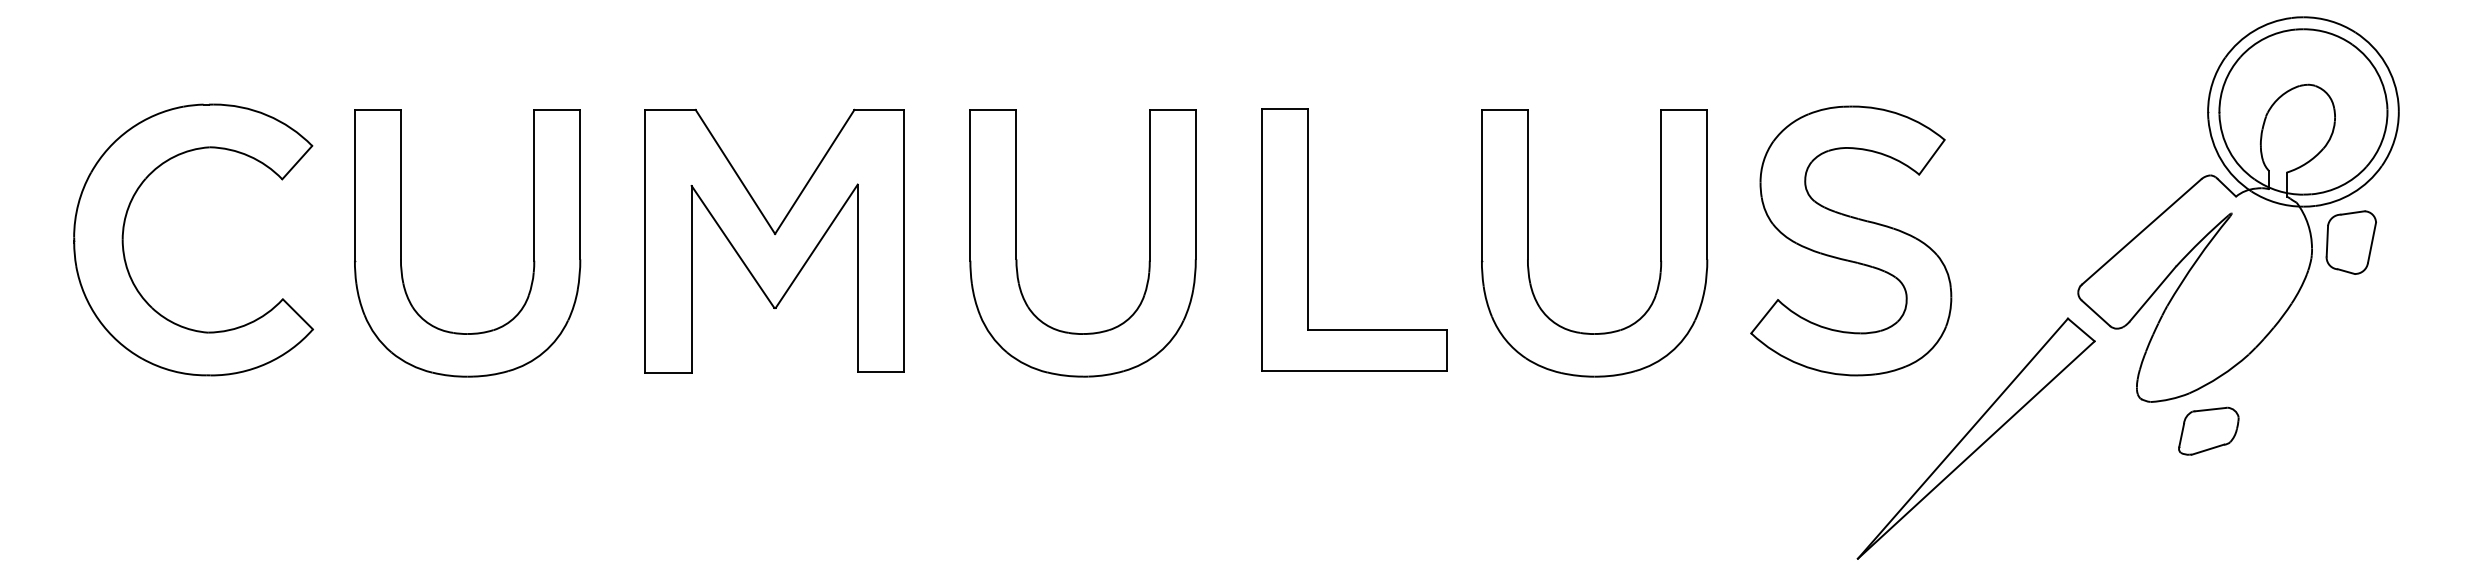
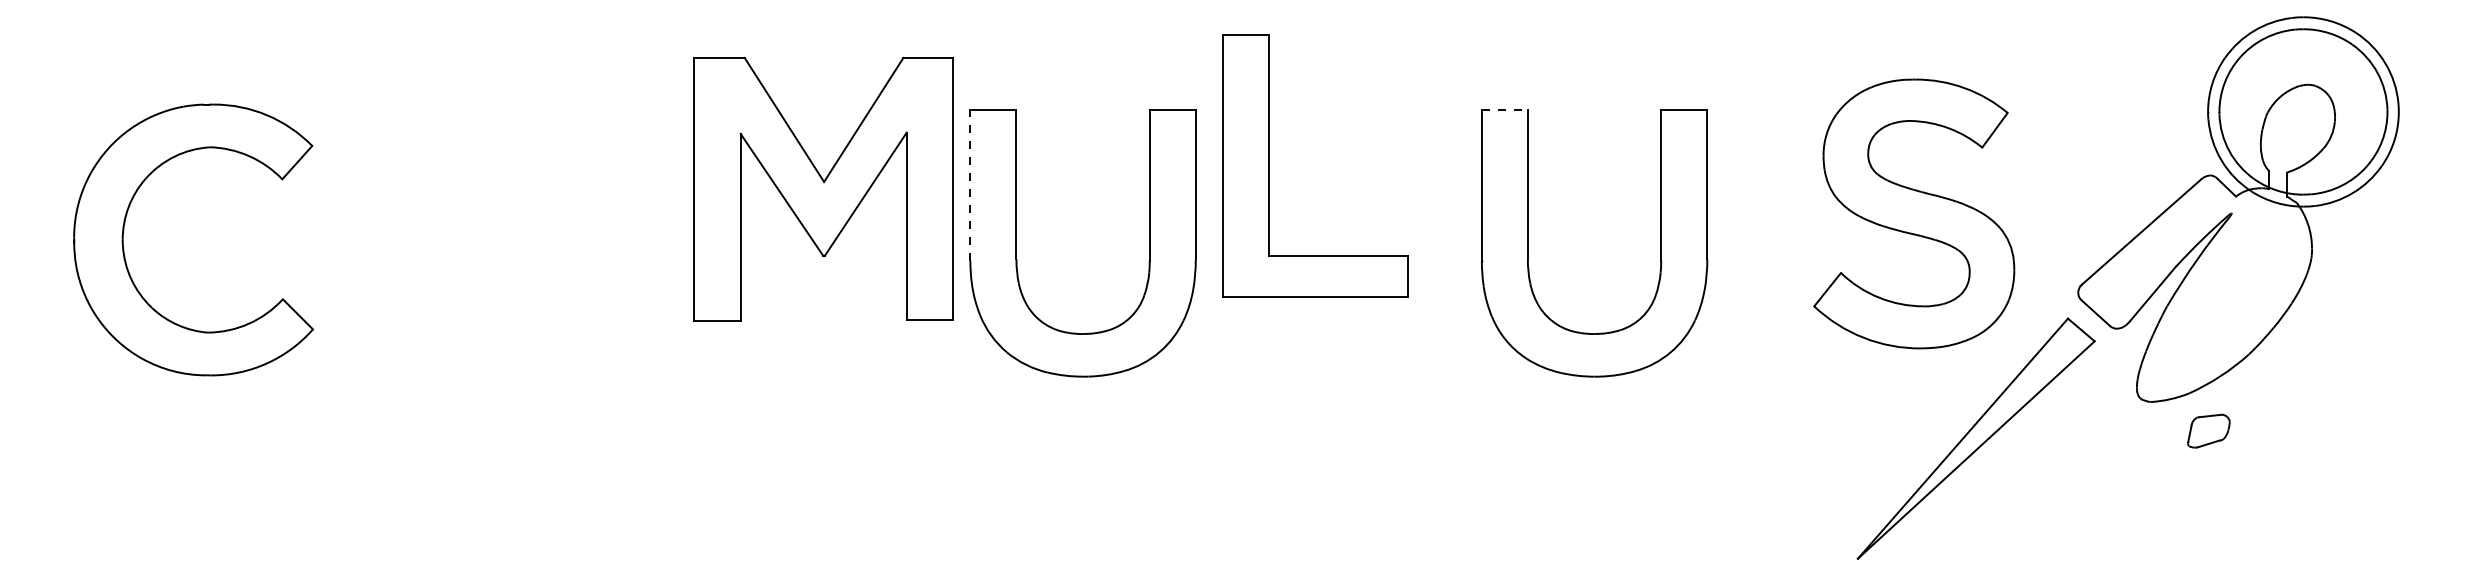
line at (1505, 109): solid -> dashed
line at (970, 184): solid -> dashed
part at (1308, 239) position: (1308, 239) -> (1269, 165)
part at (774, 240) position: (774, 240) -> (823, 188)
part at (1851, 240) position: (1851, 240) -> (1914, 213)
part at (2350, 242): present -> none
part at (401, 243): present -> none
part at (2208, 430) size: 62x50 px -> 44x36 px
